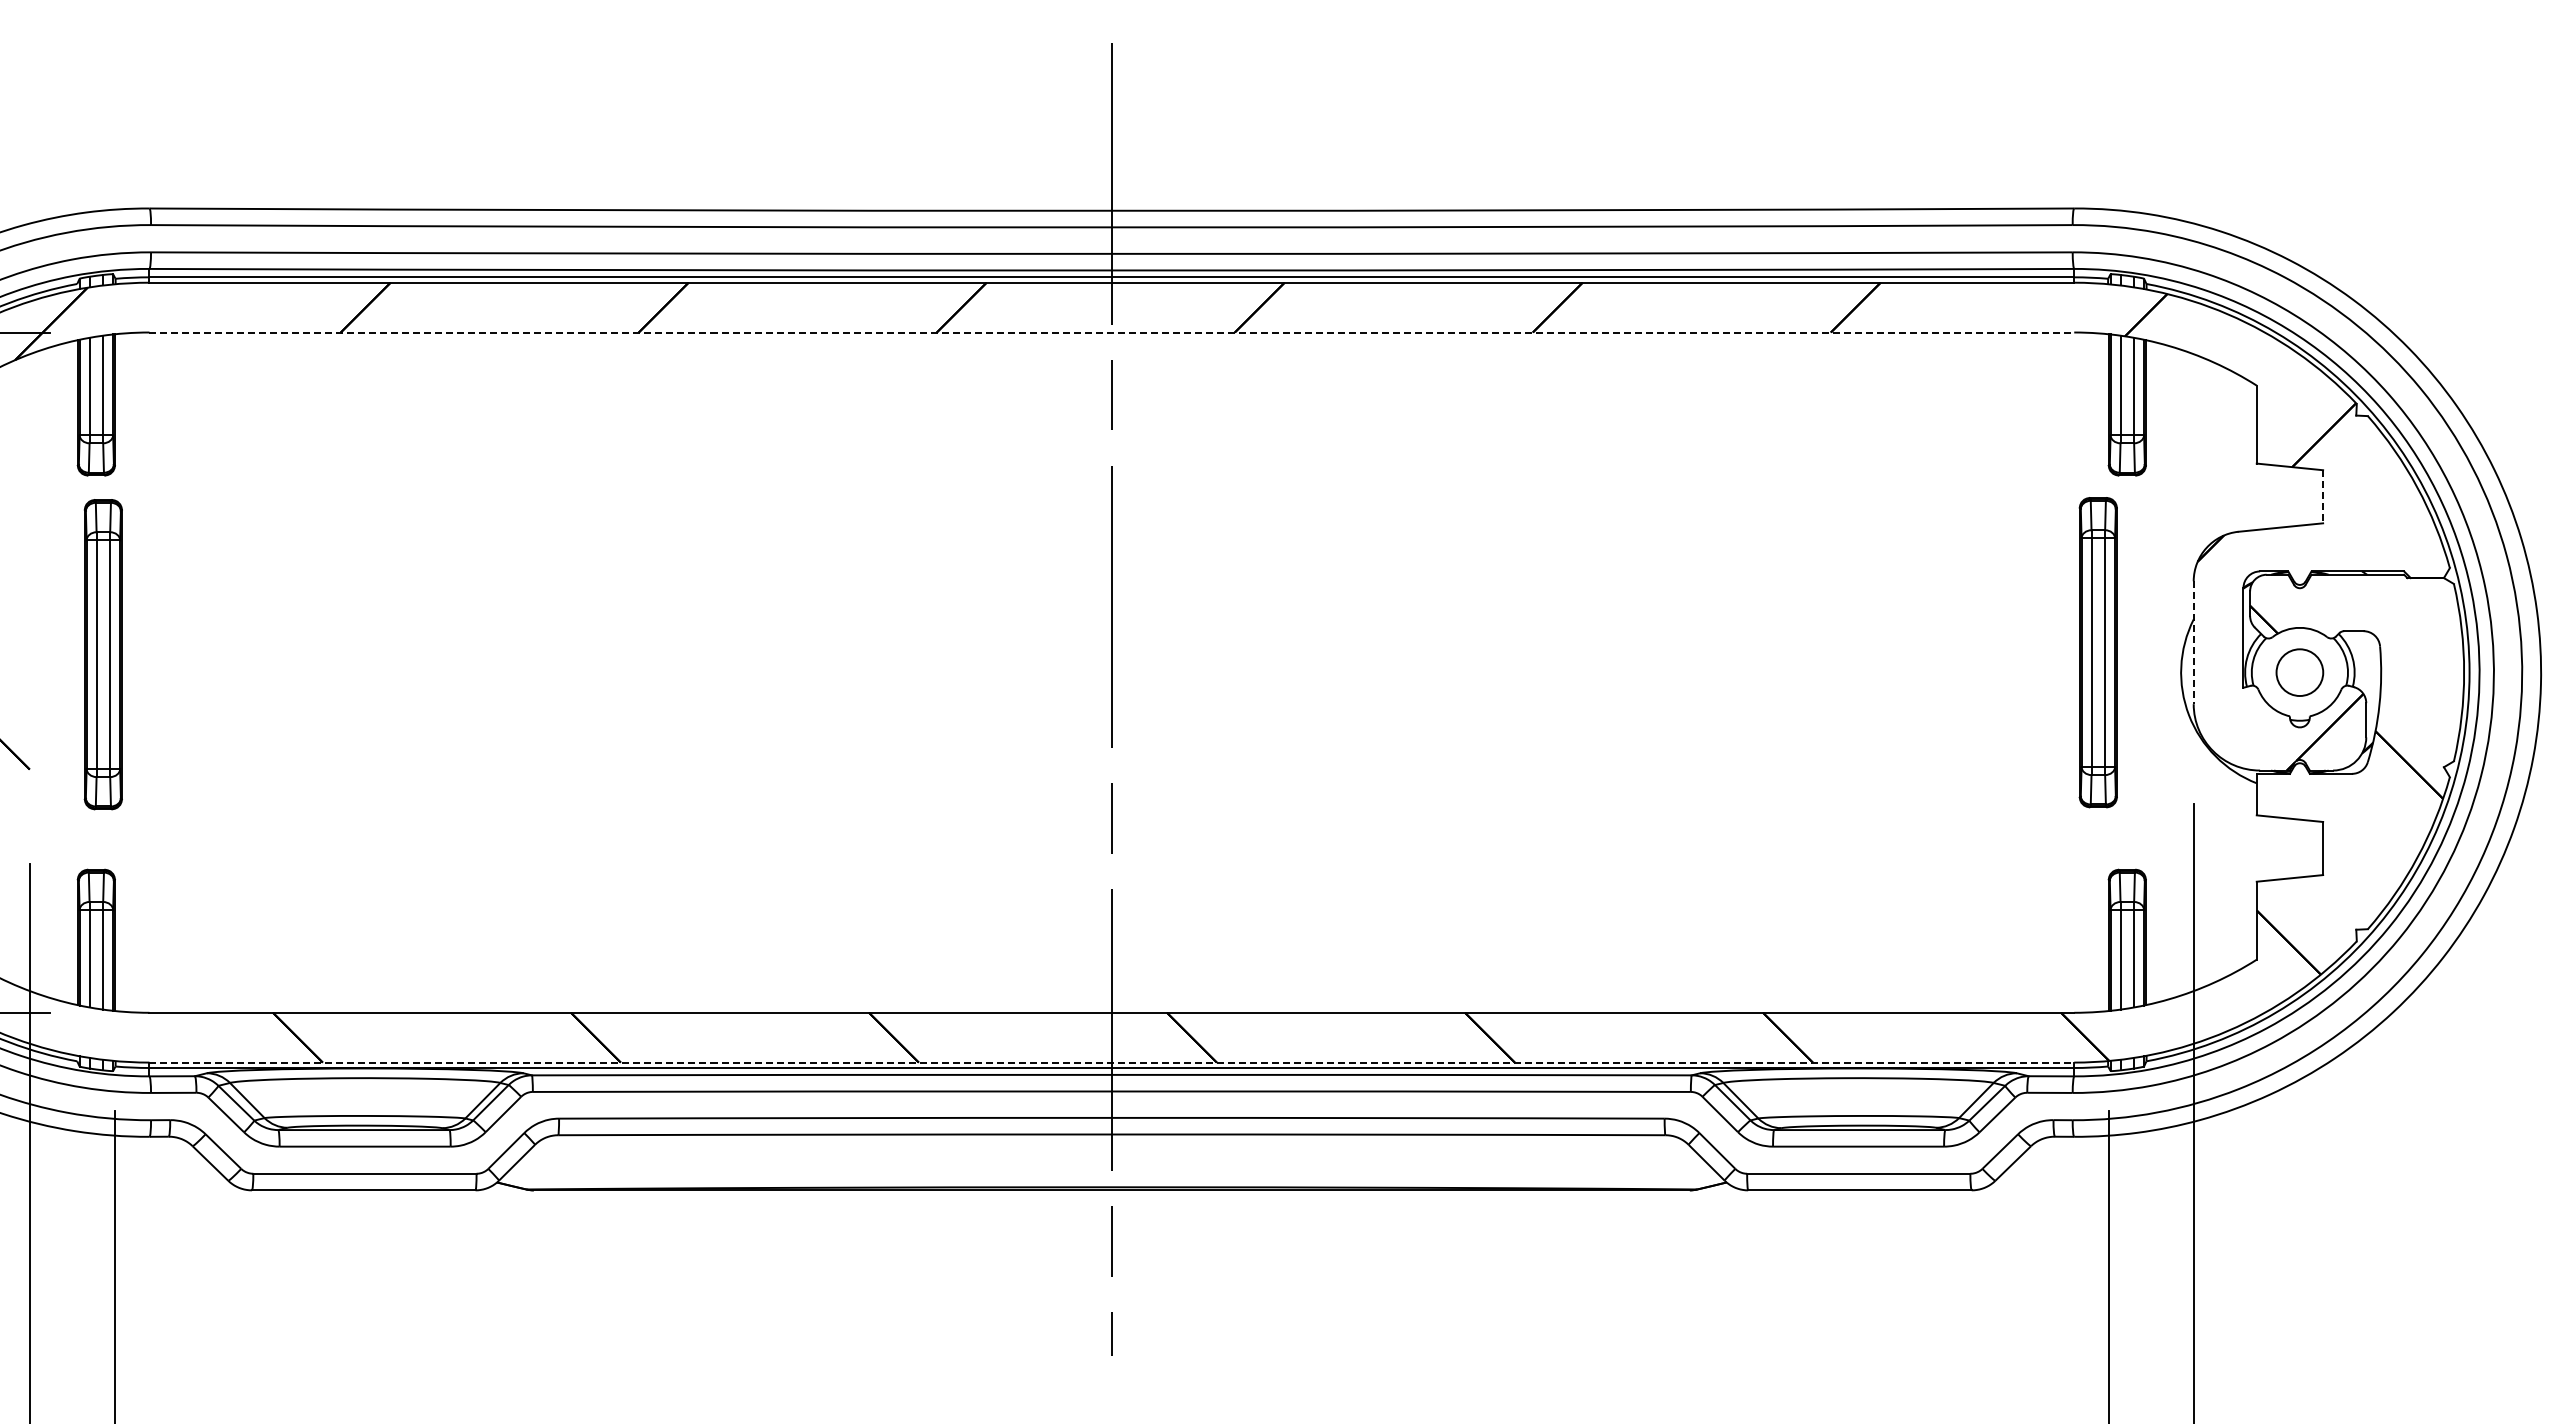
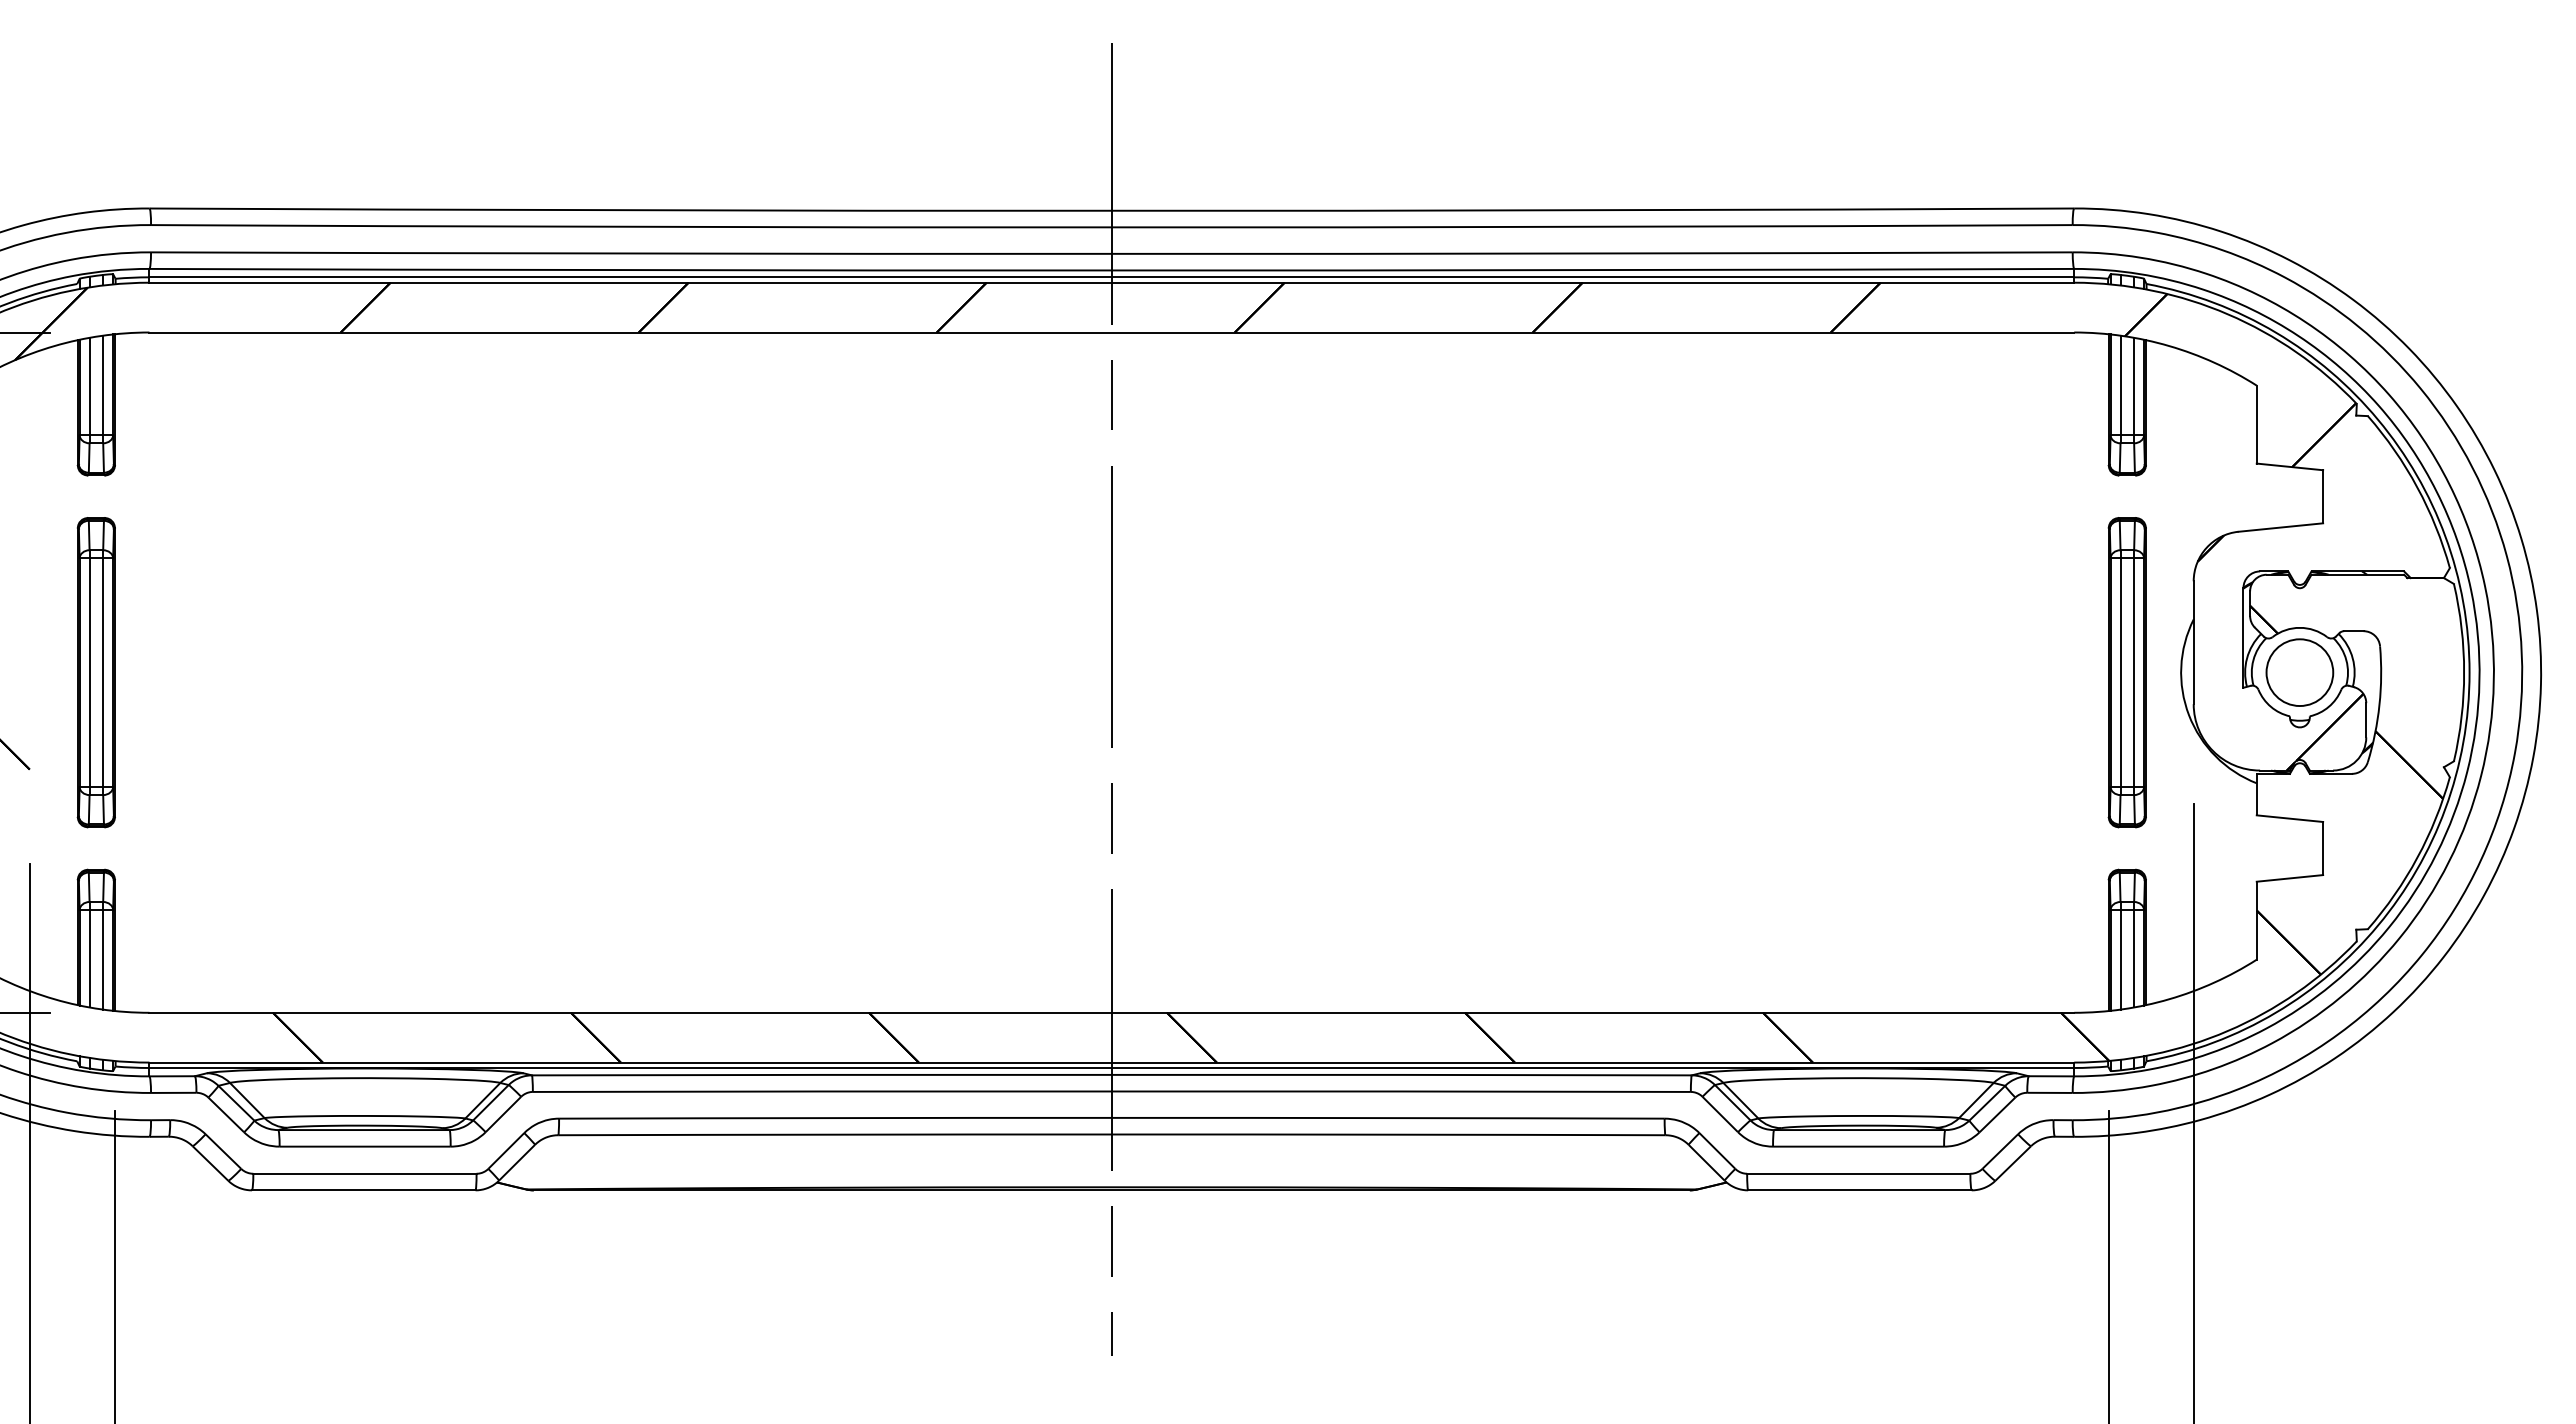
line at (1112, 332): dashed -> solid
line at (2323, 496): dashed -> solid
line at (2193, 643): dashed -> solid
part at (2097, 652) position: (2097, 652) -> (2126, 672)
part at (102, 654) position: (102, 654) -> (95, 672)
circle at (2299, 672) diameter: 47 px -> 67 px
line at (1112, 1062): dashed -> solid
